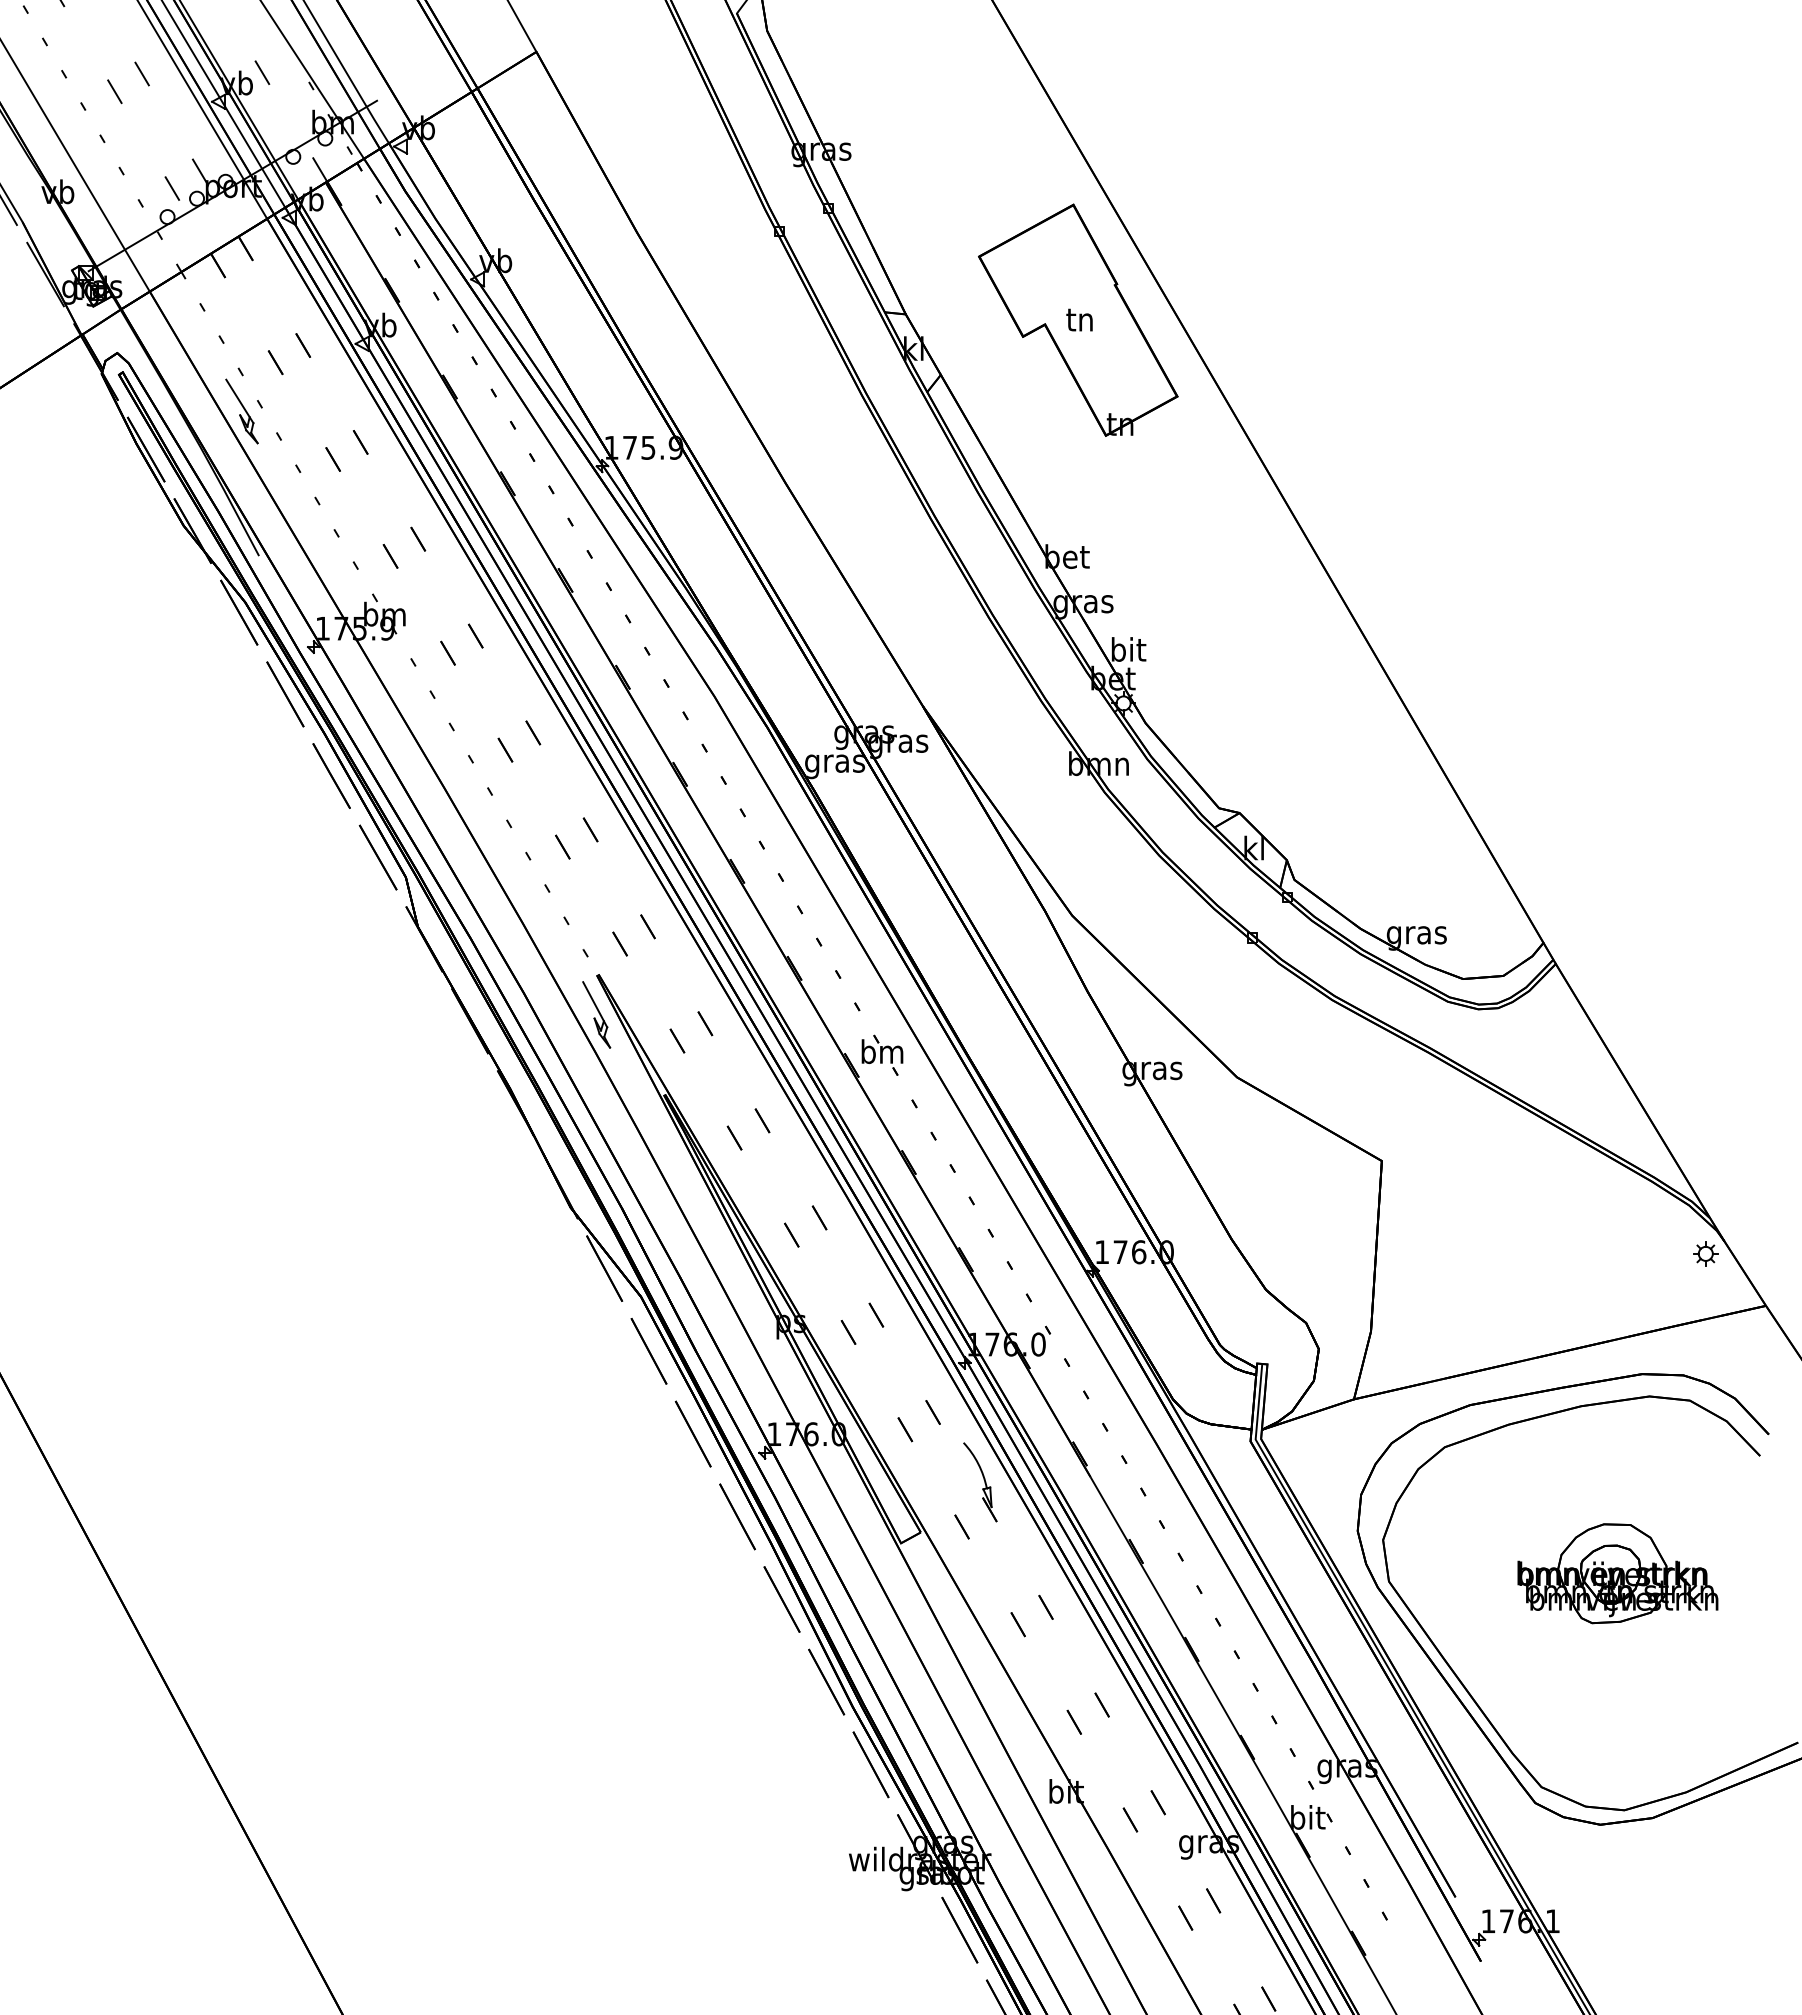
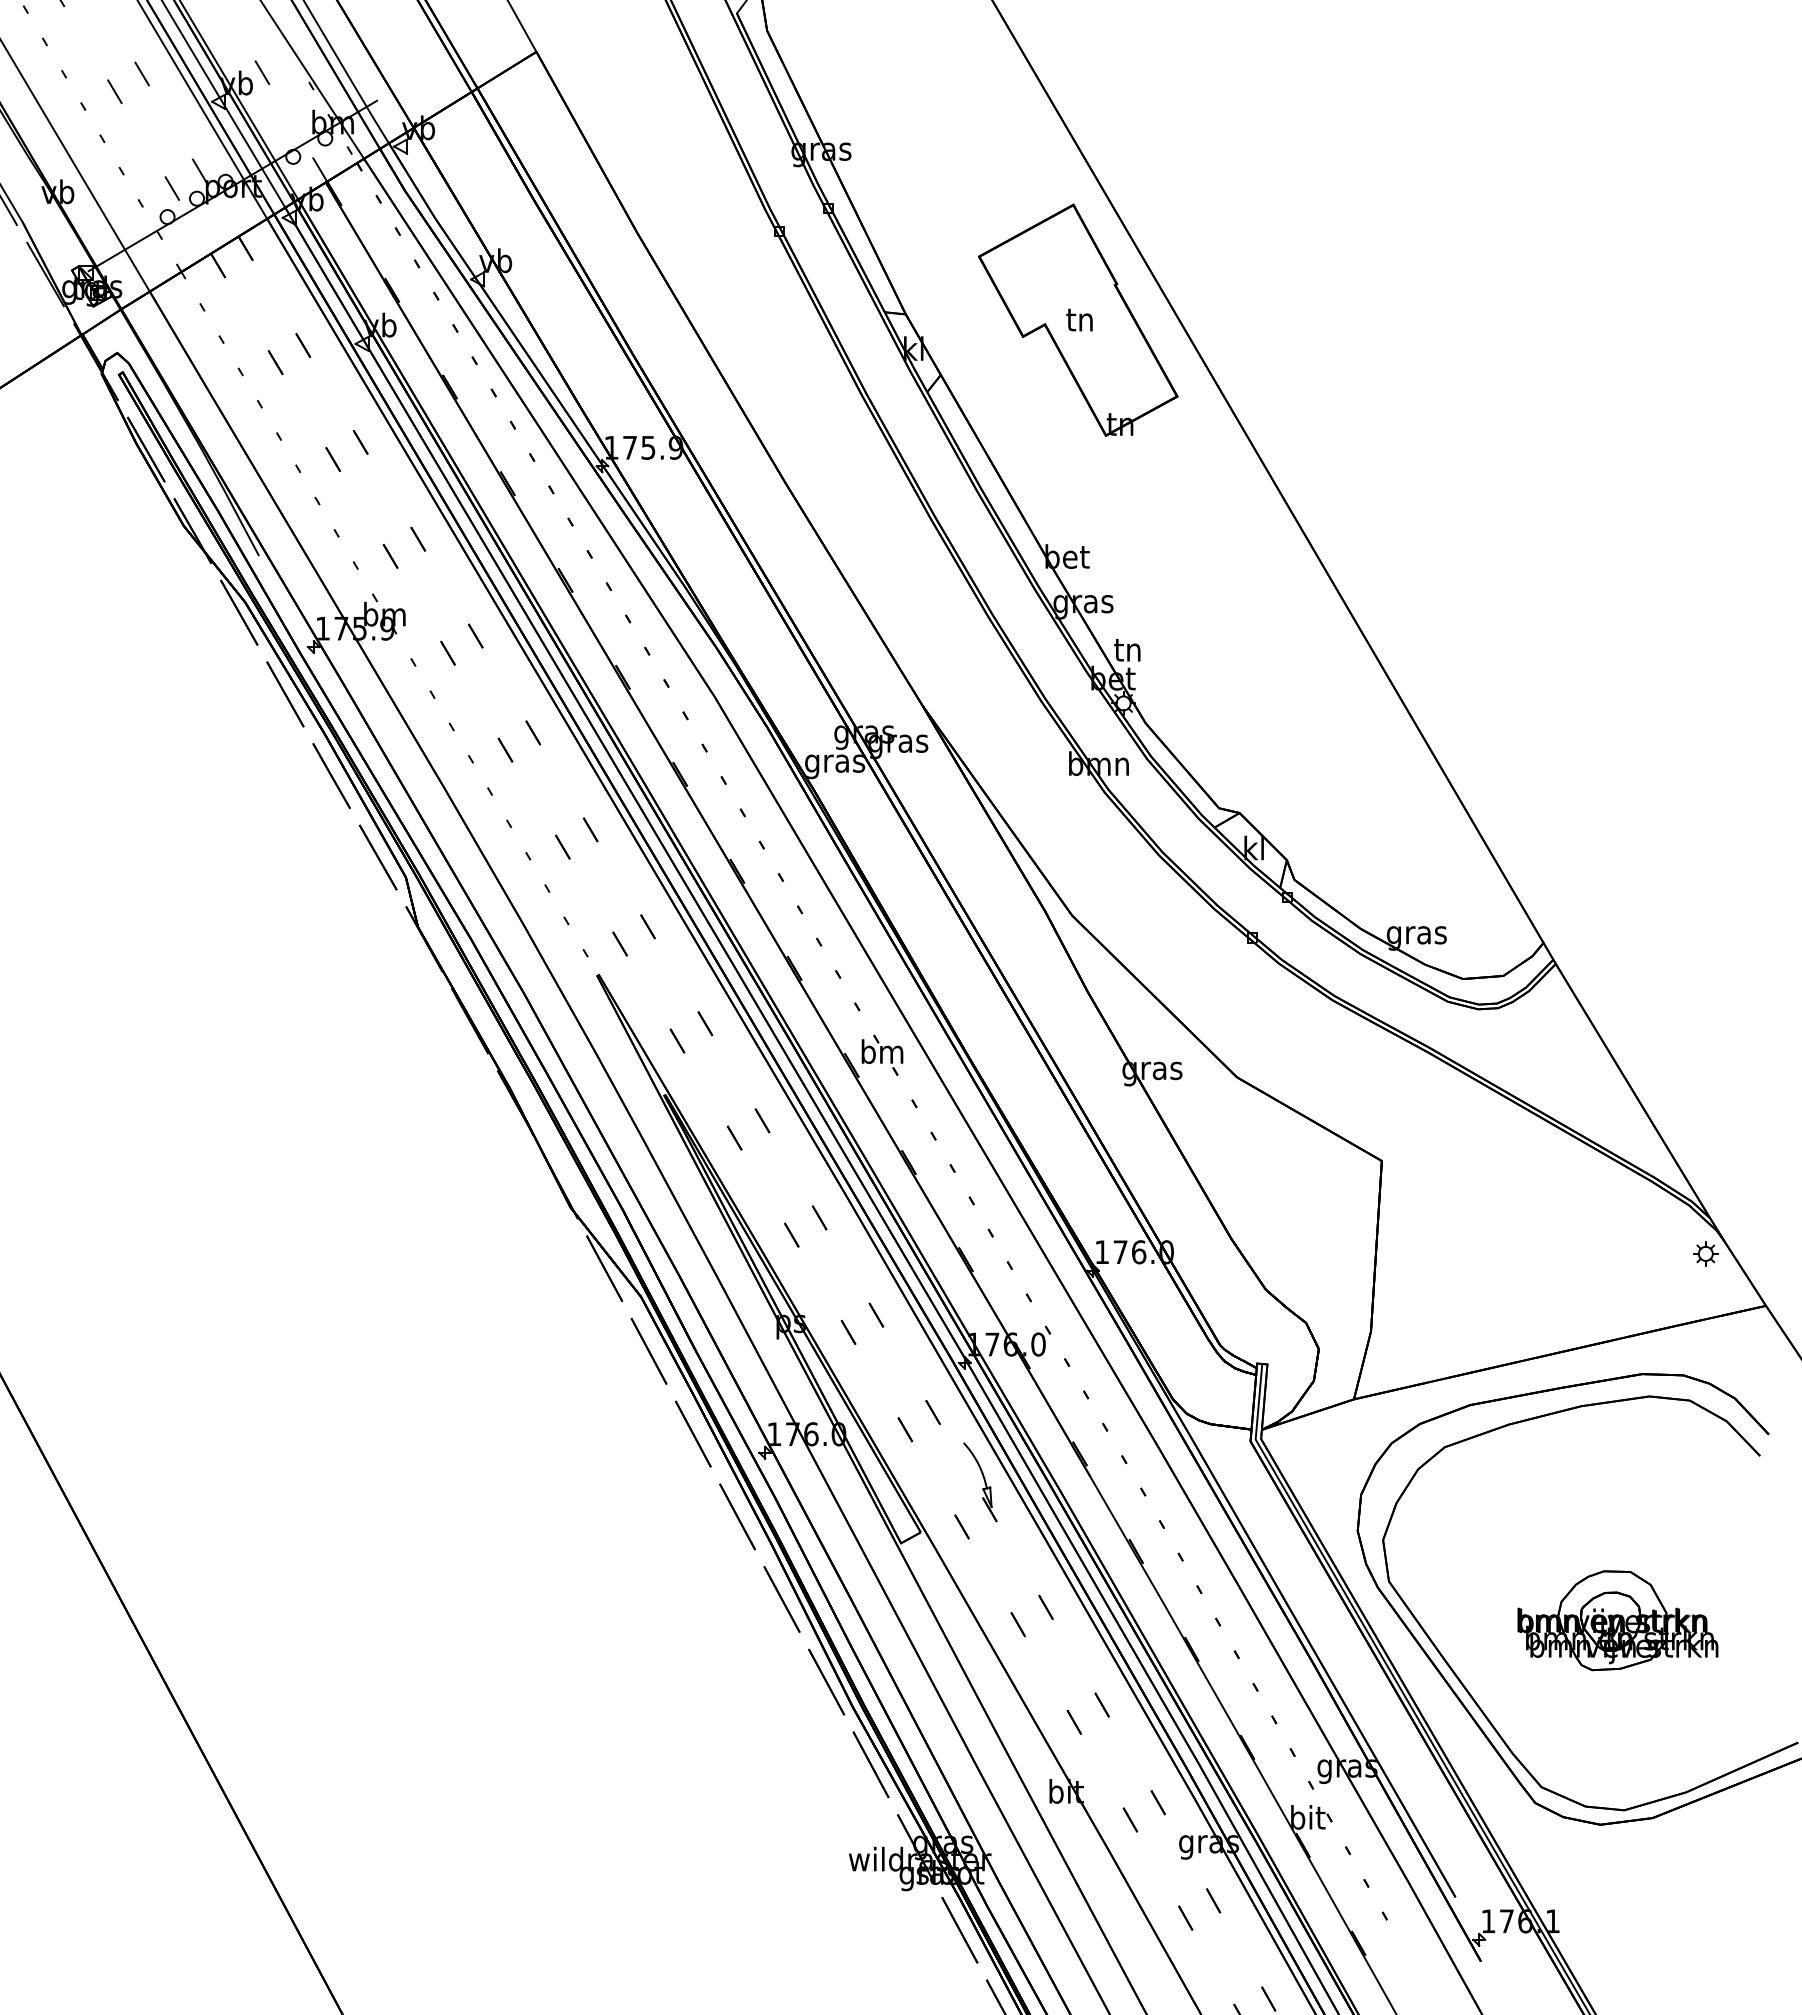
part at (241, 411): present -> none
text at (1128, 649): bit -> tn
part at (596, 1014): present -> none
part at (1617, 1573) position: (1617, 1573) -> (1617, 1620)
